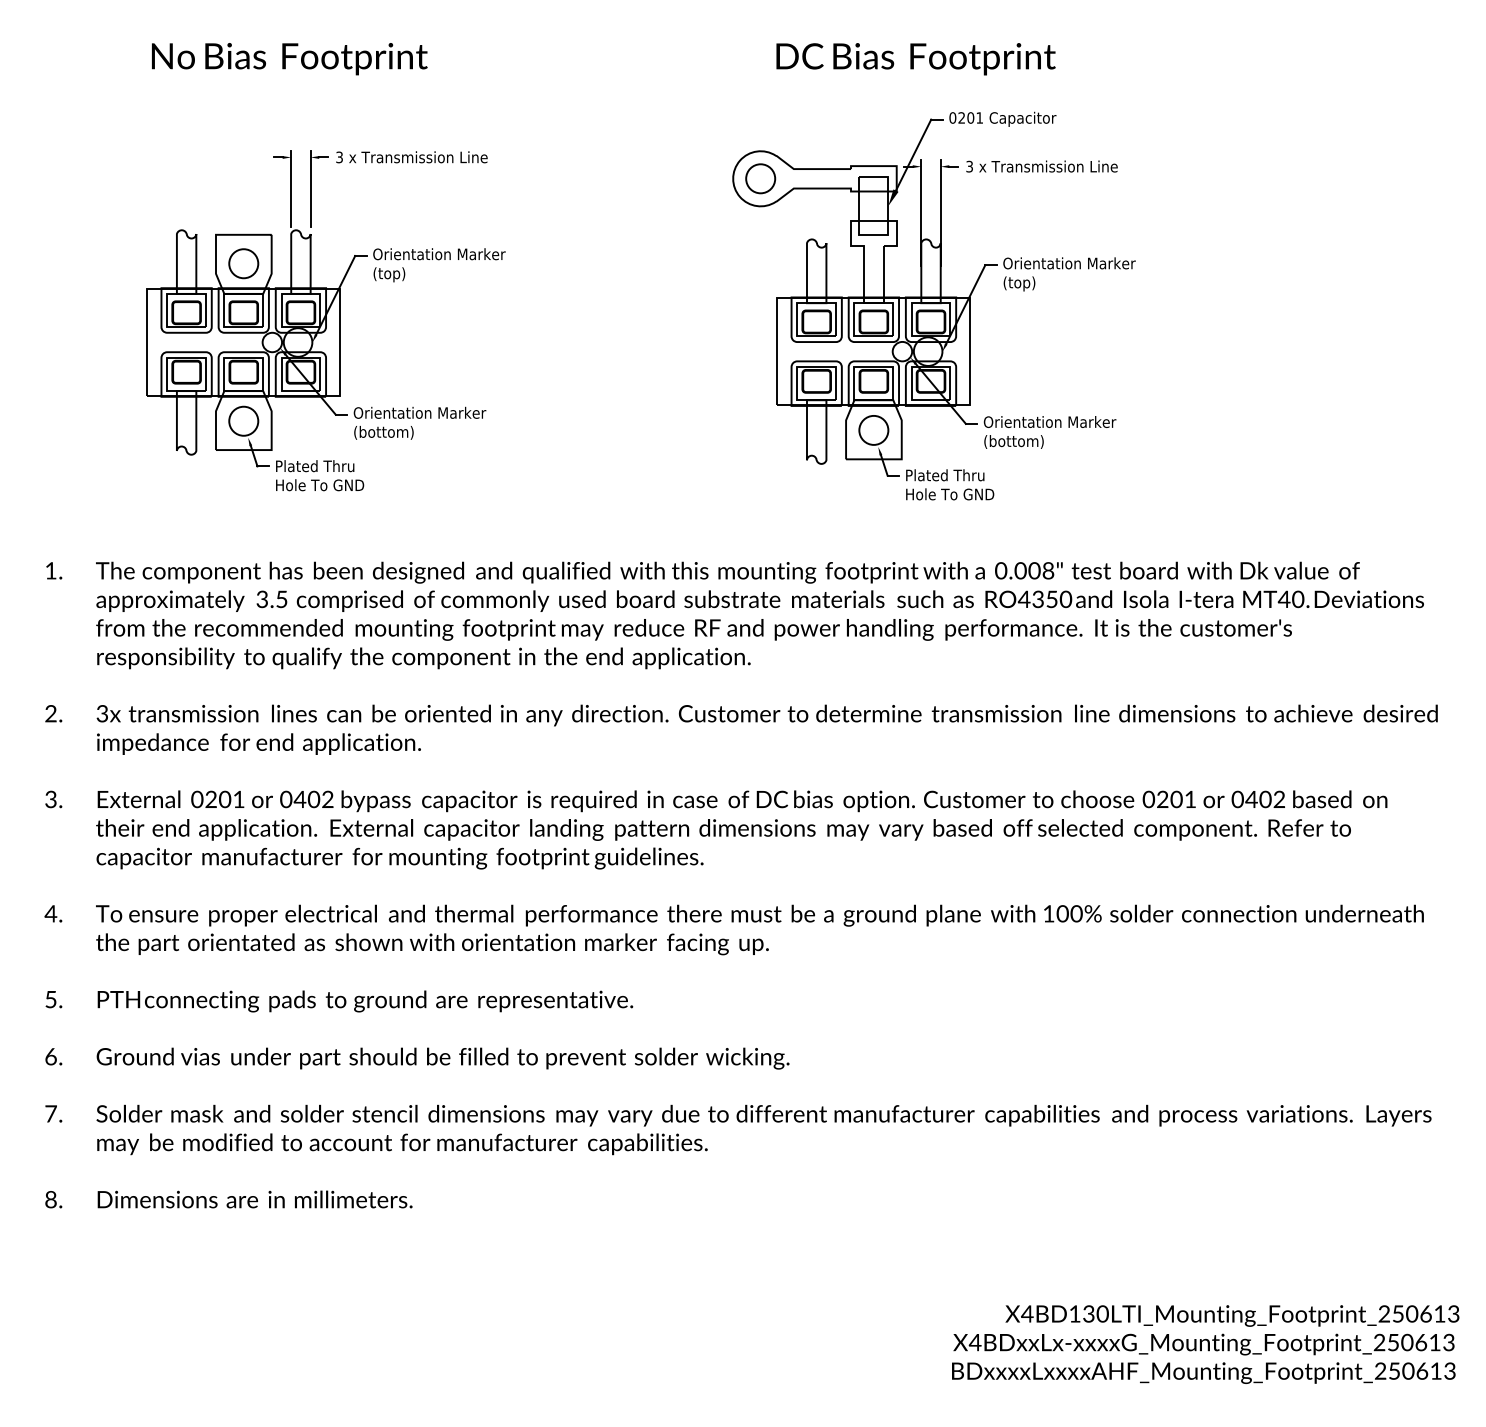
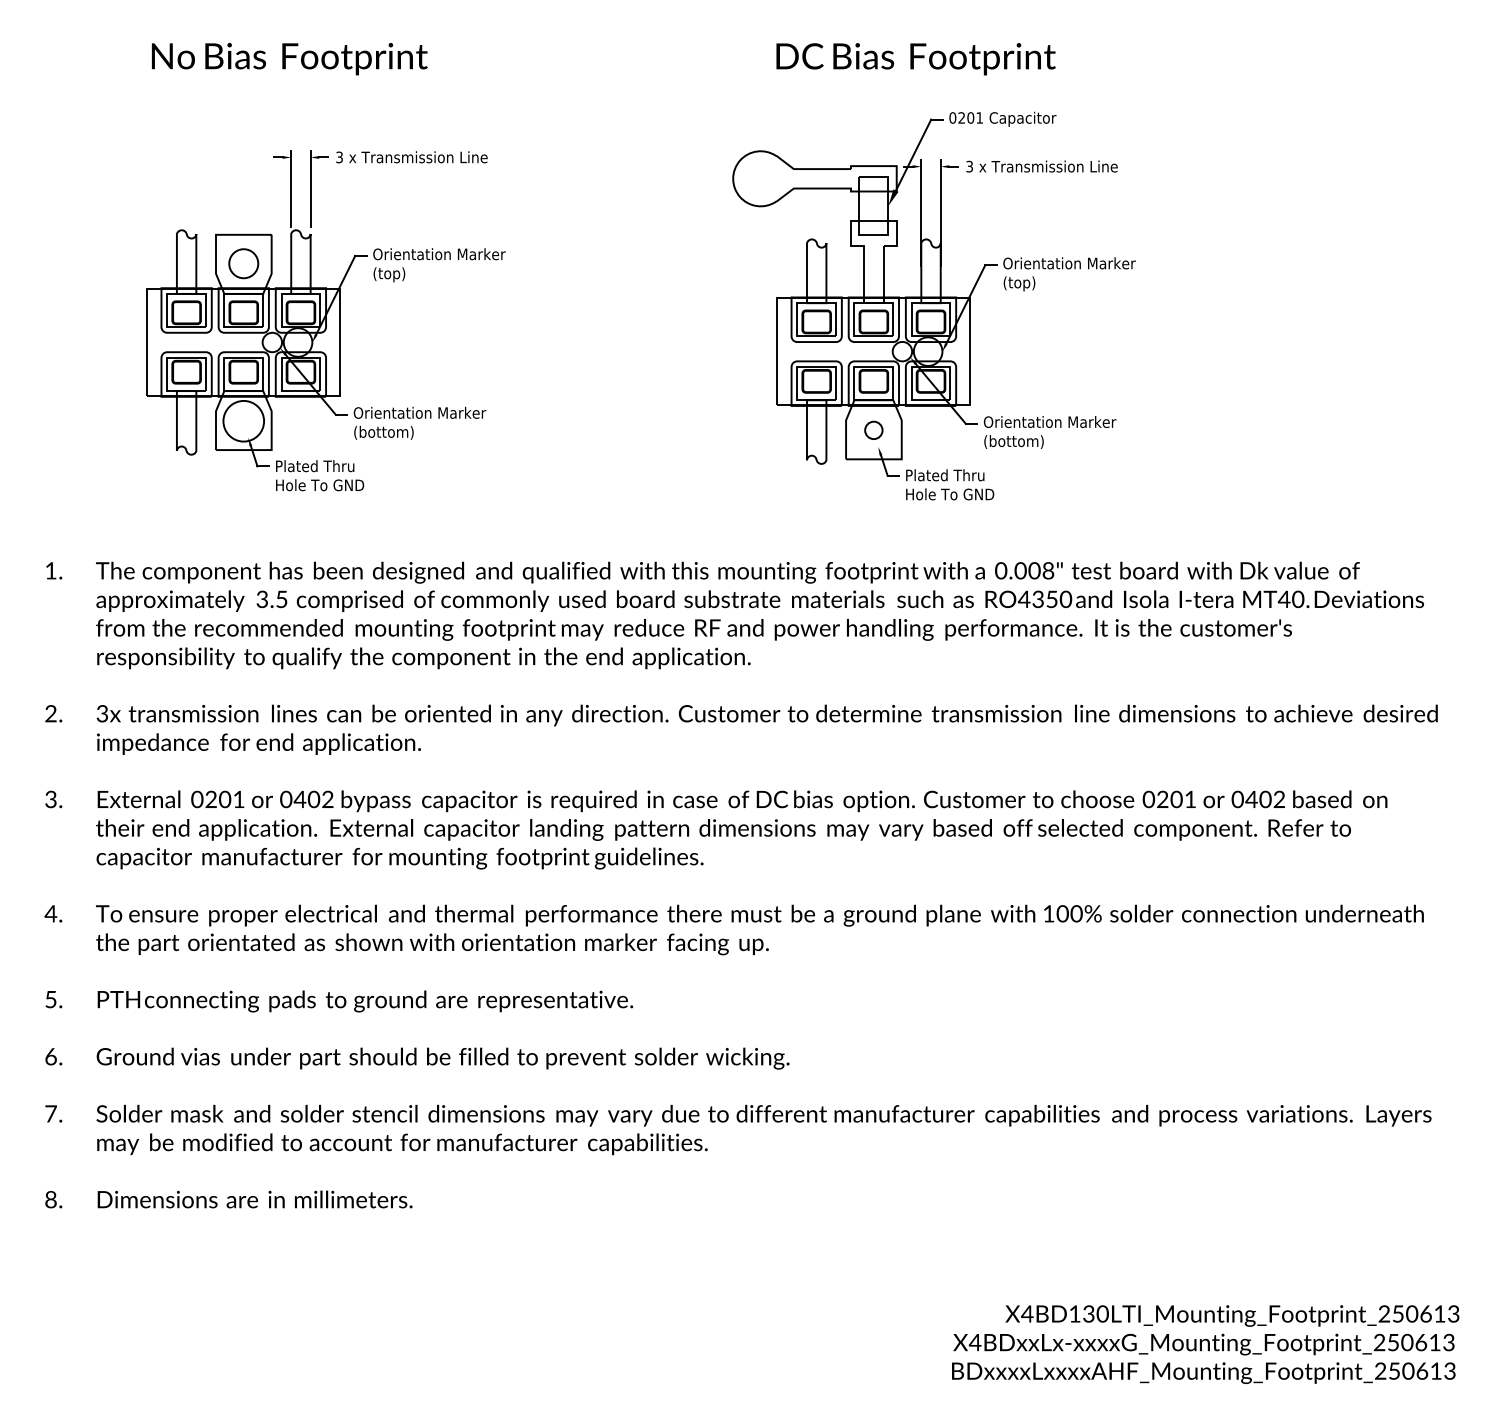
circle at (760, 178): present -> none
circle at (243, 420) diameter: 29 px -> 41 px
circle at (873, 429) diameter: 29 px -> 17 px
